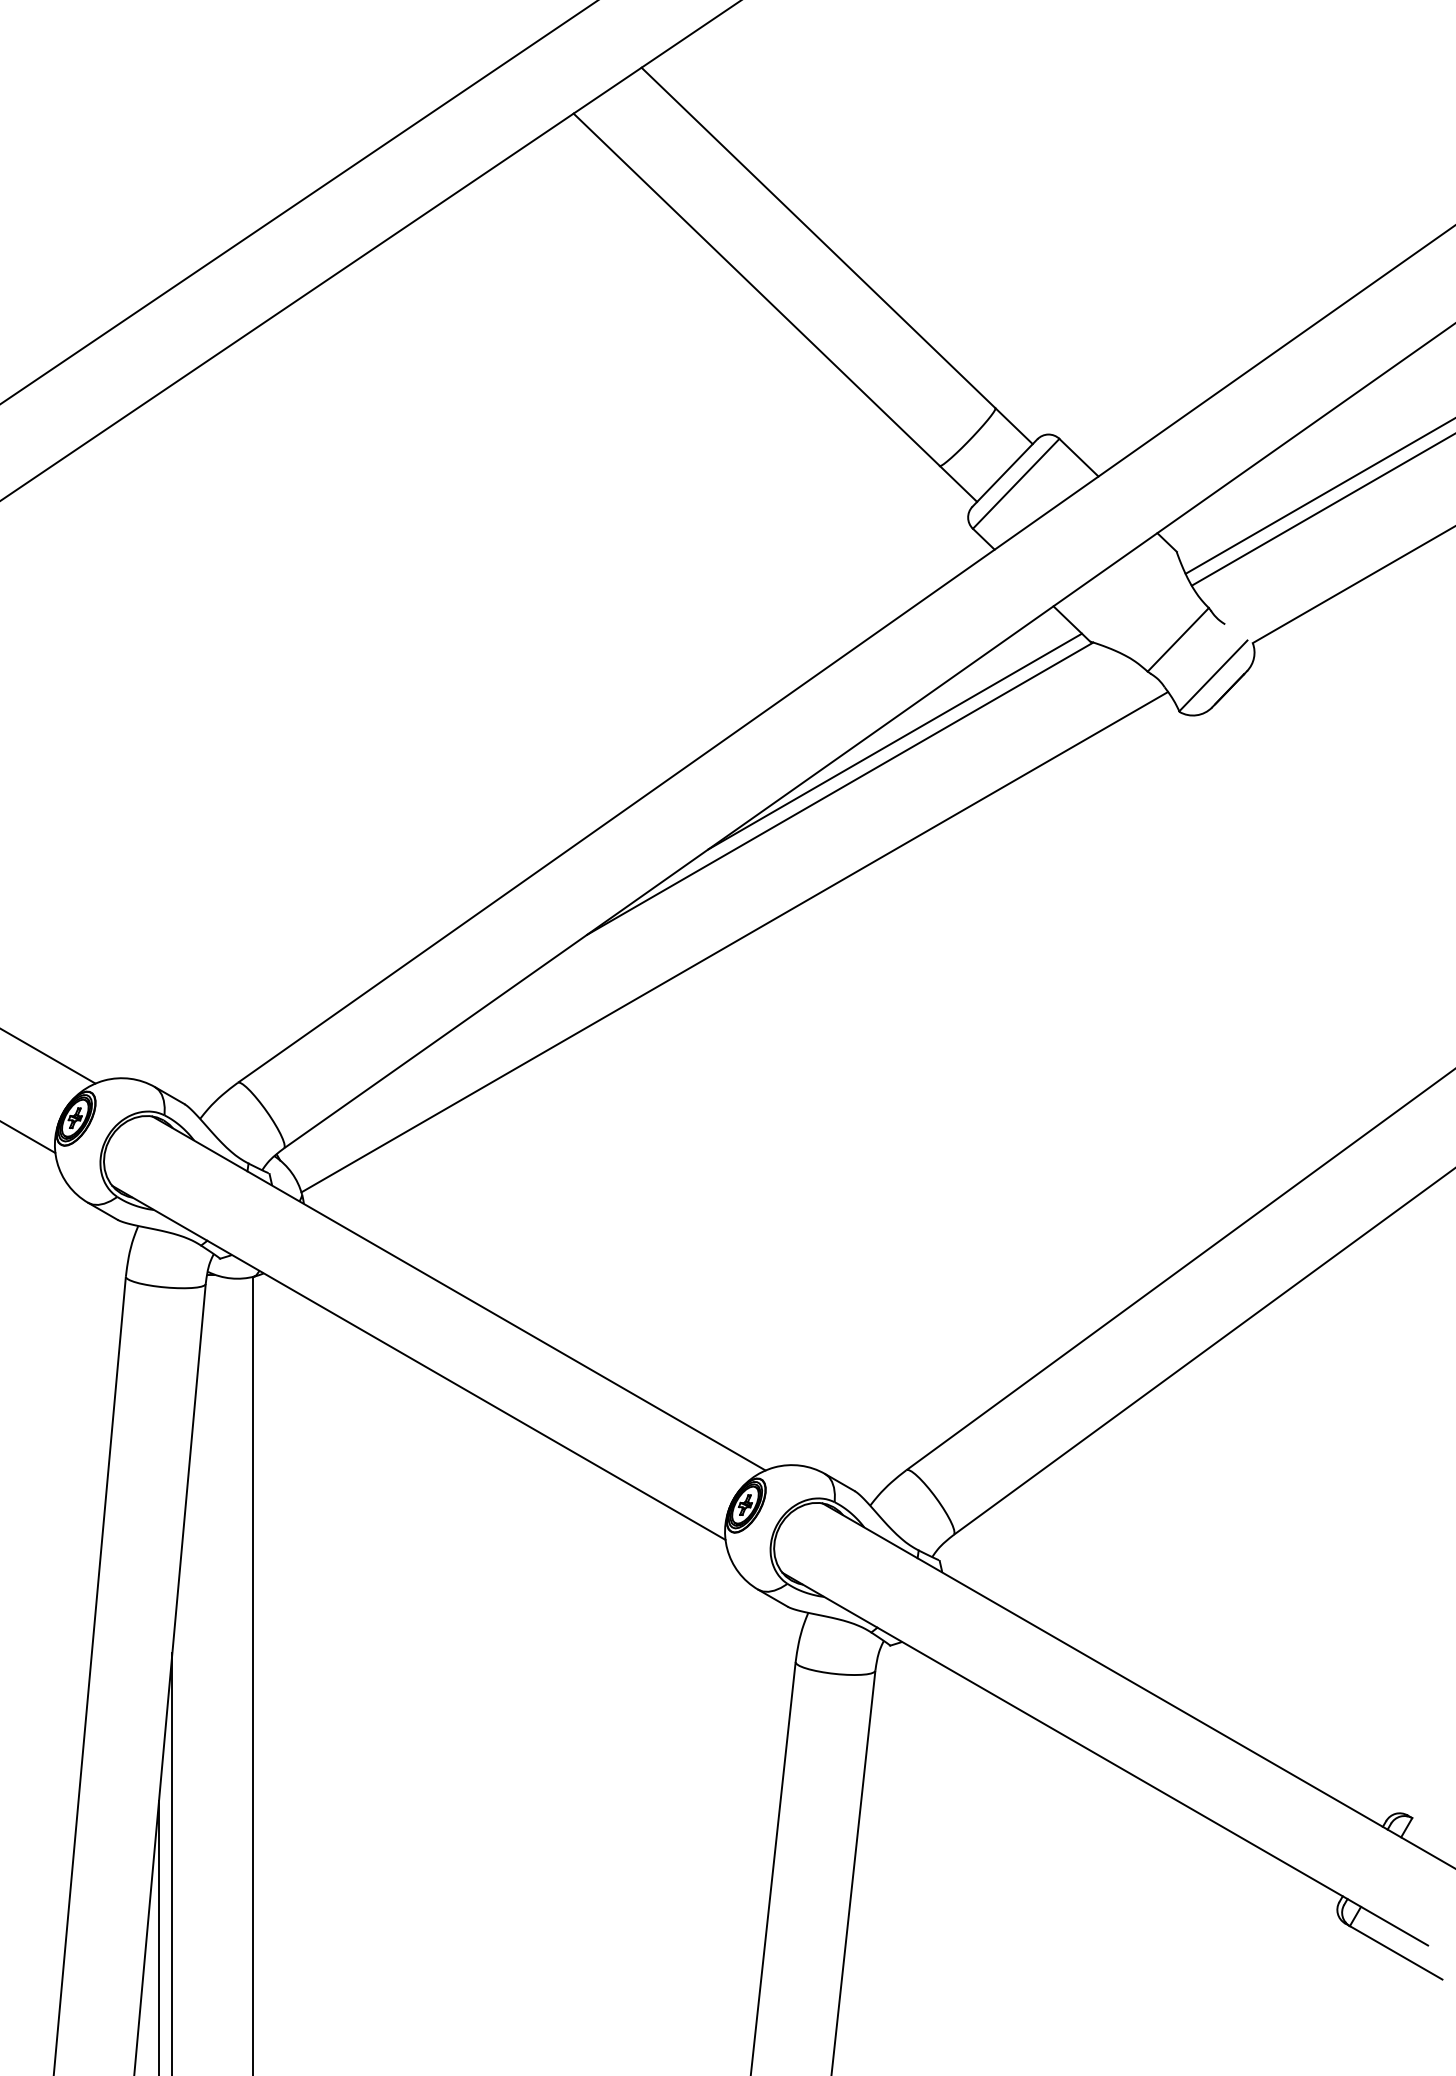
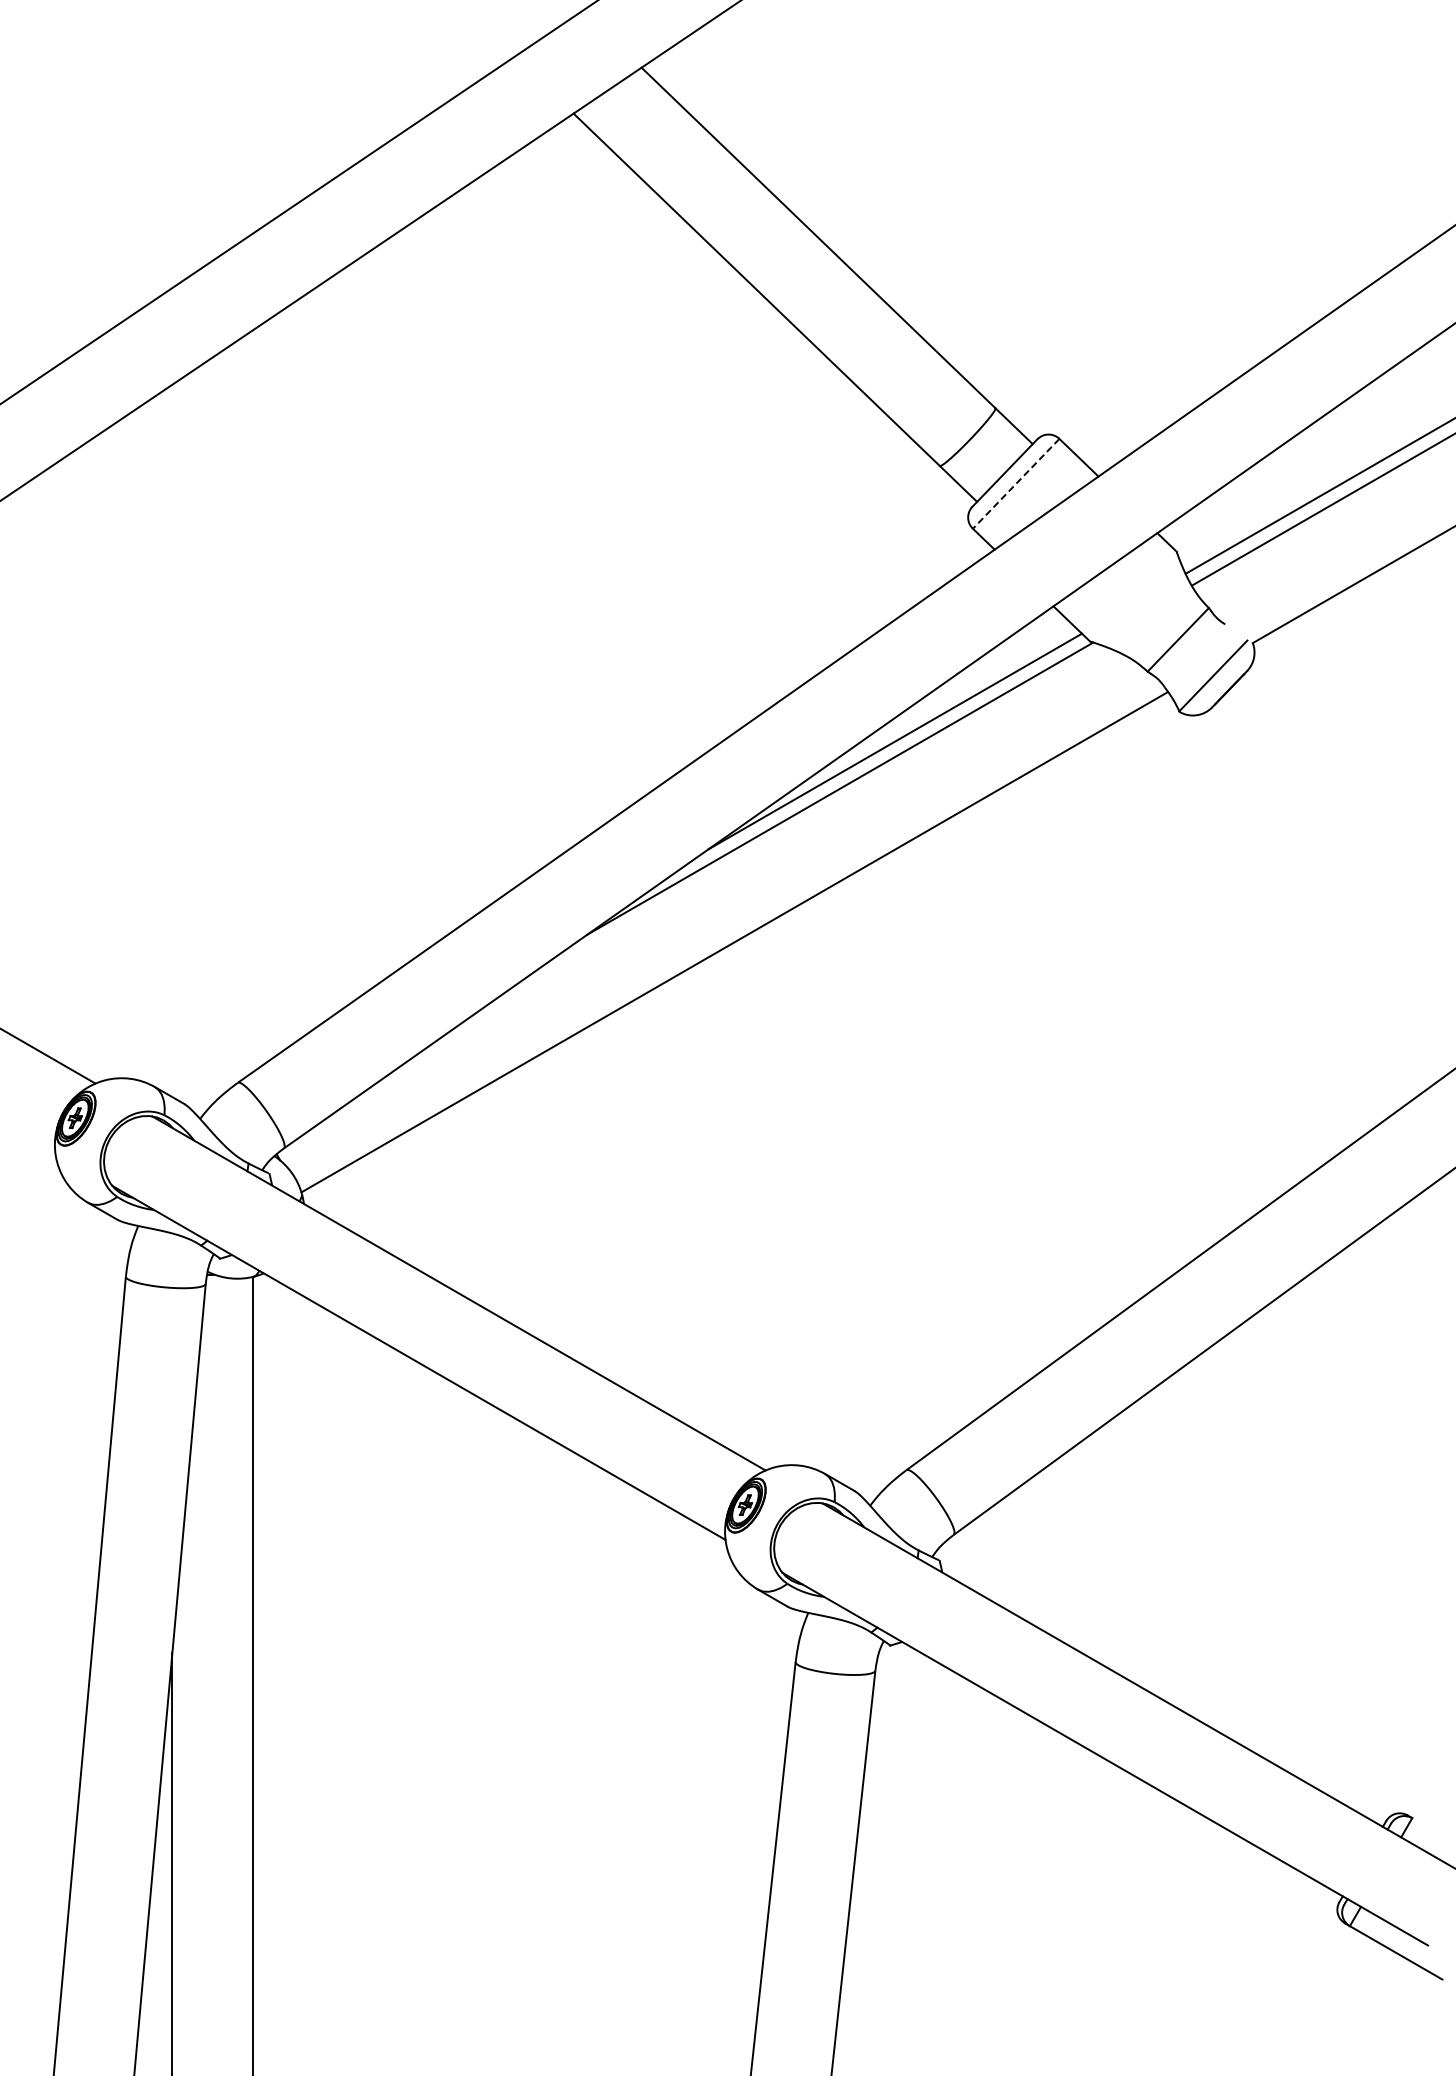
line at (1015, 484): solid -> dashed
line at (28, 1137): present -> none
line at (159, 1936): present -> none
